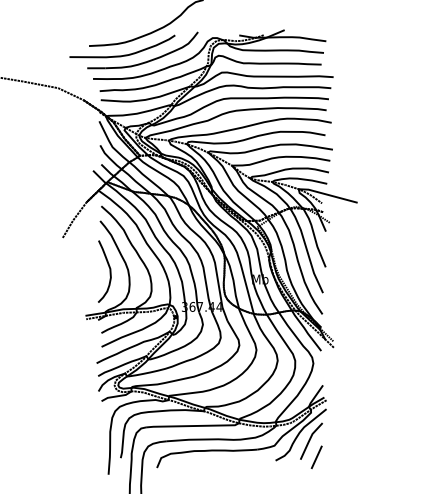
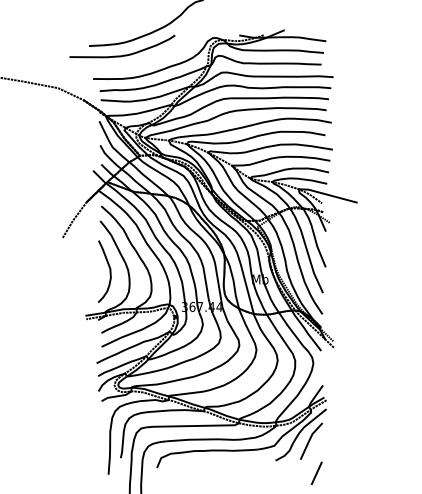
part at (147, 60): present -> none
line at (316, 457) position: (316, 457) -> (316, 473)
